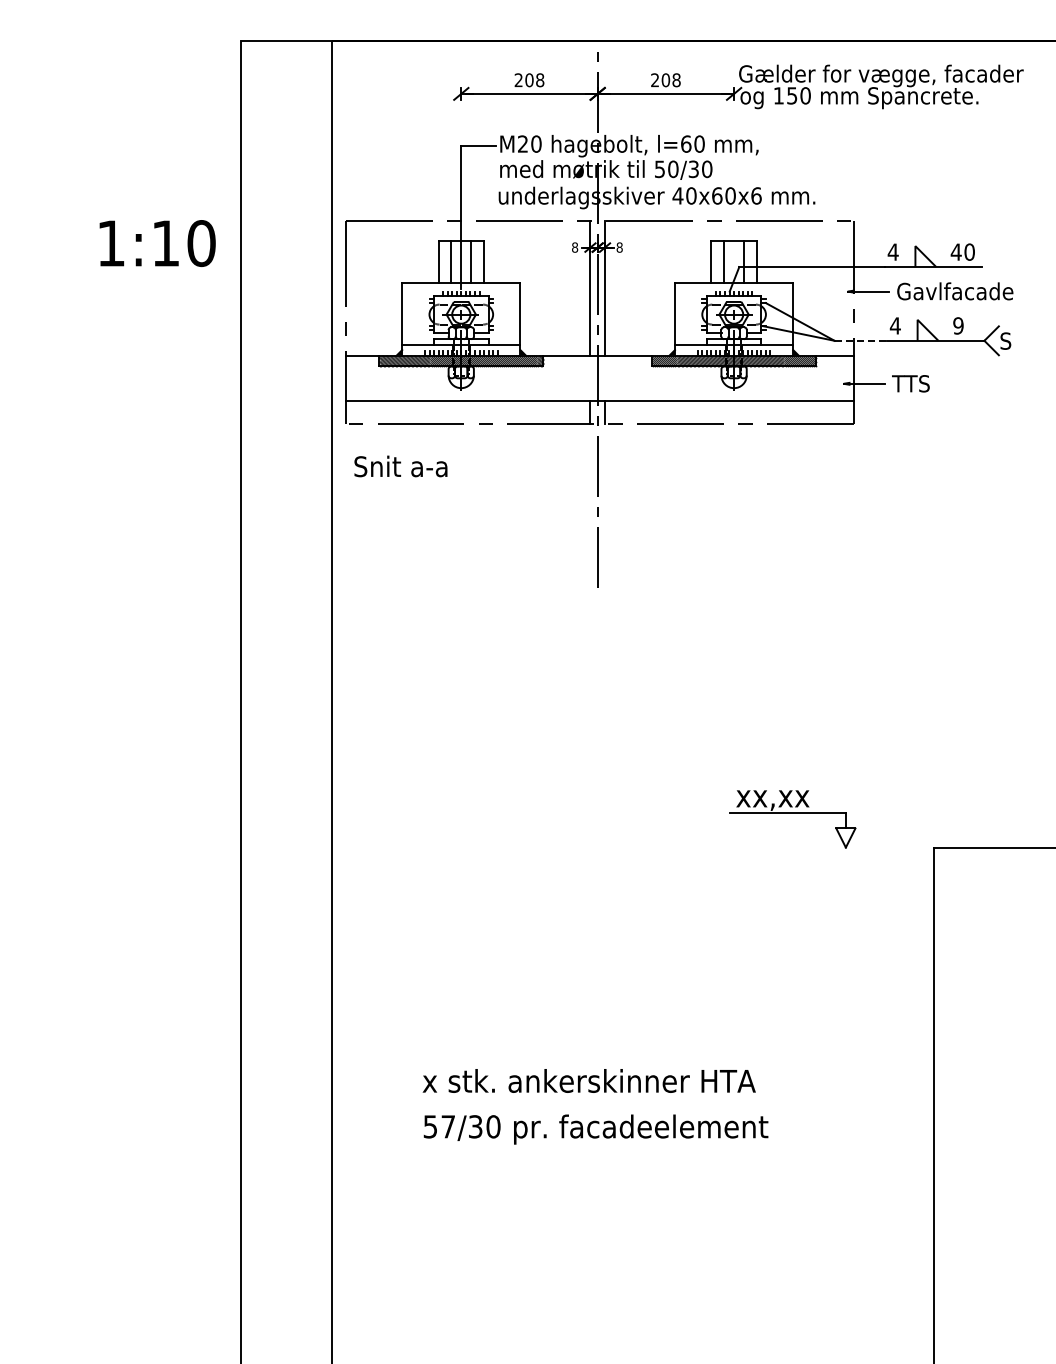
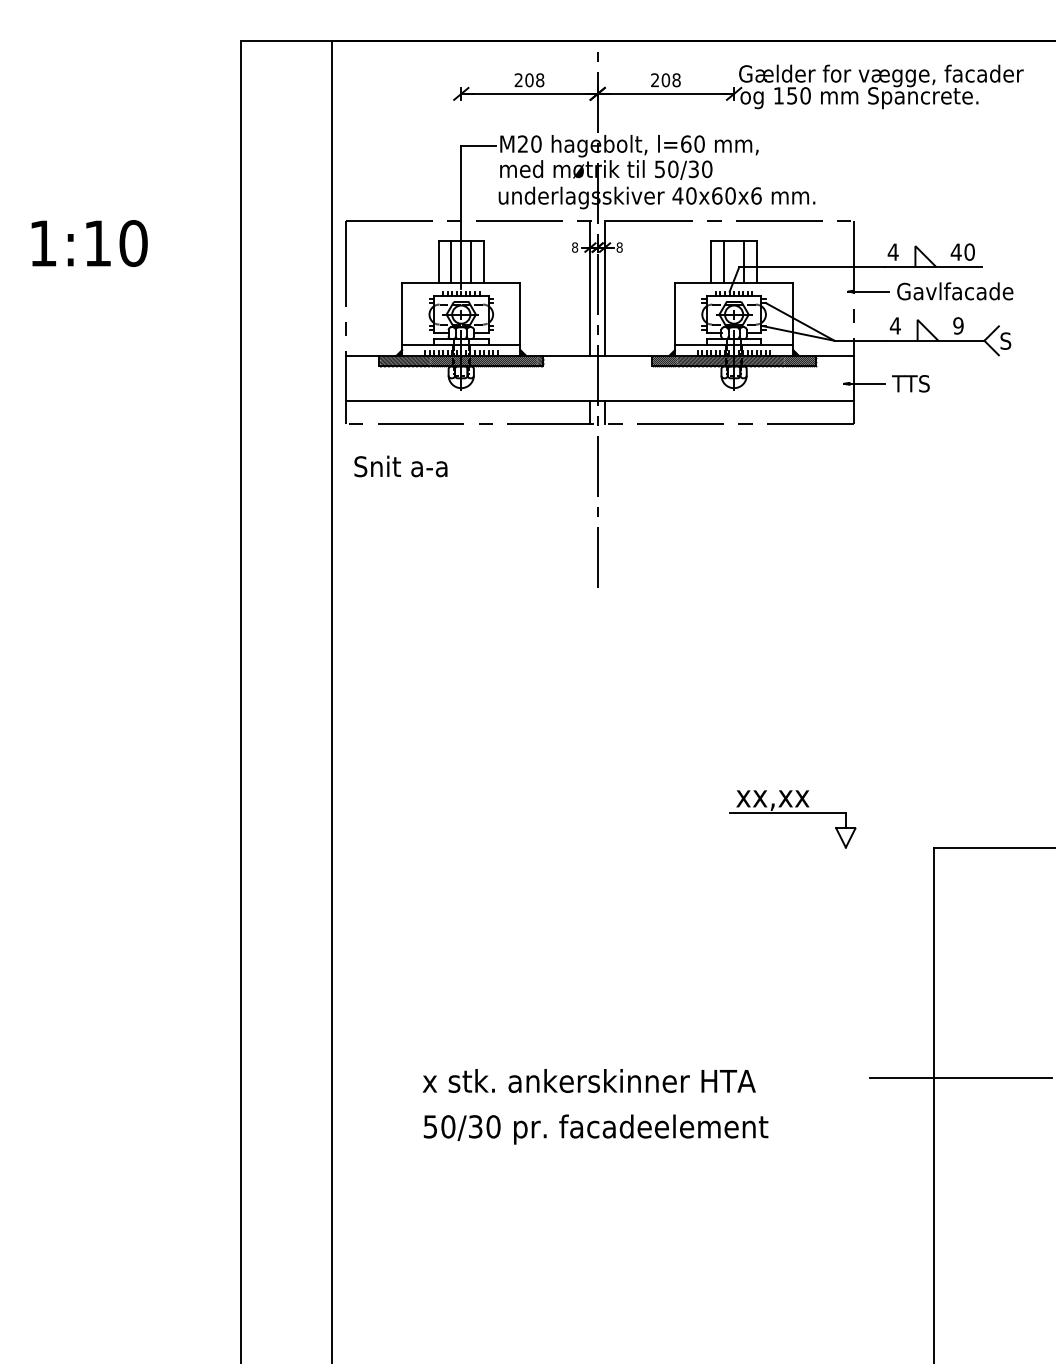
text at (157, 243) position: (157, 243) -> (89, 243)
line at (860, 340): dashed -> solid
line at (960, 1077): none -> present
text at (448, 1126): 57/30 -> 50/30
